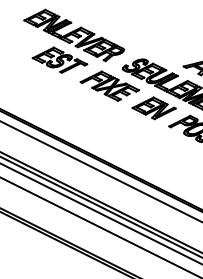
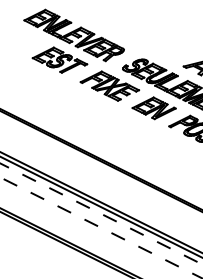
line at (100, 171): present -> none
line at (101, 213): solid -> dashed
line at (101, 227): solid -> dashed
